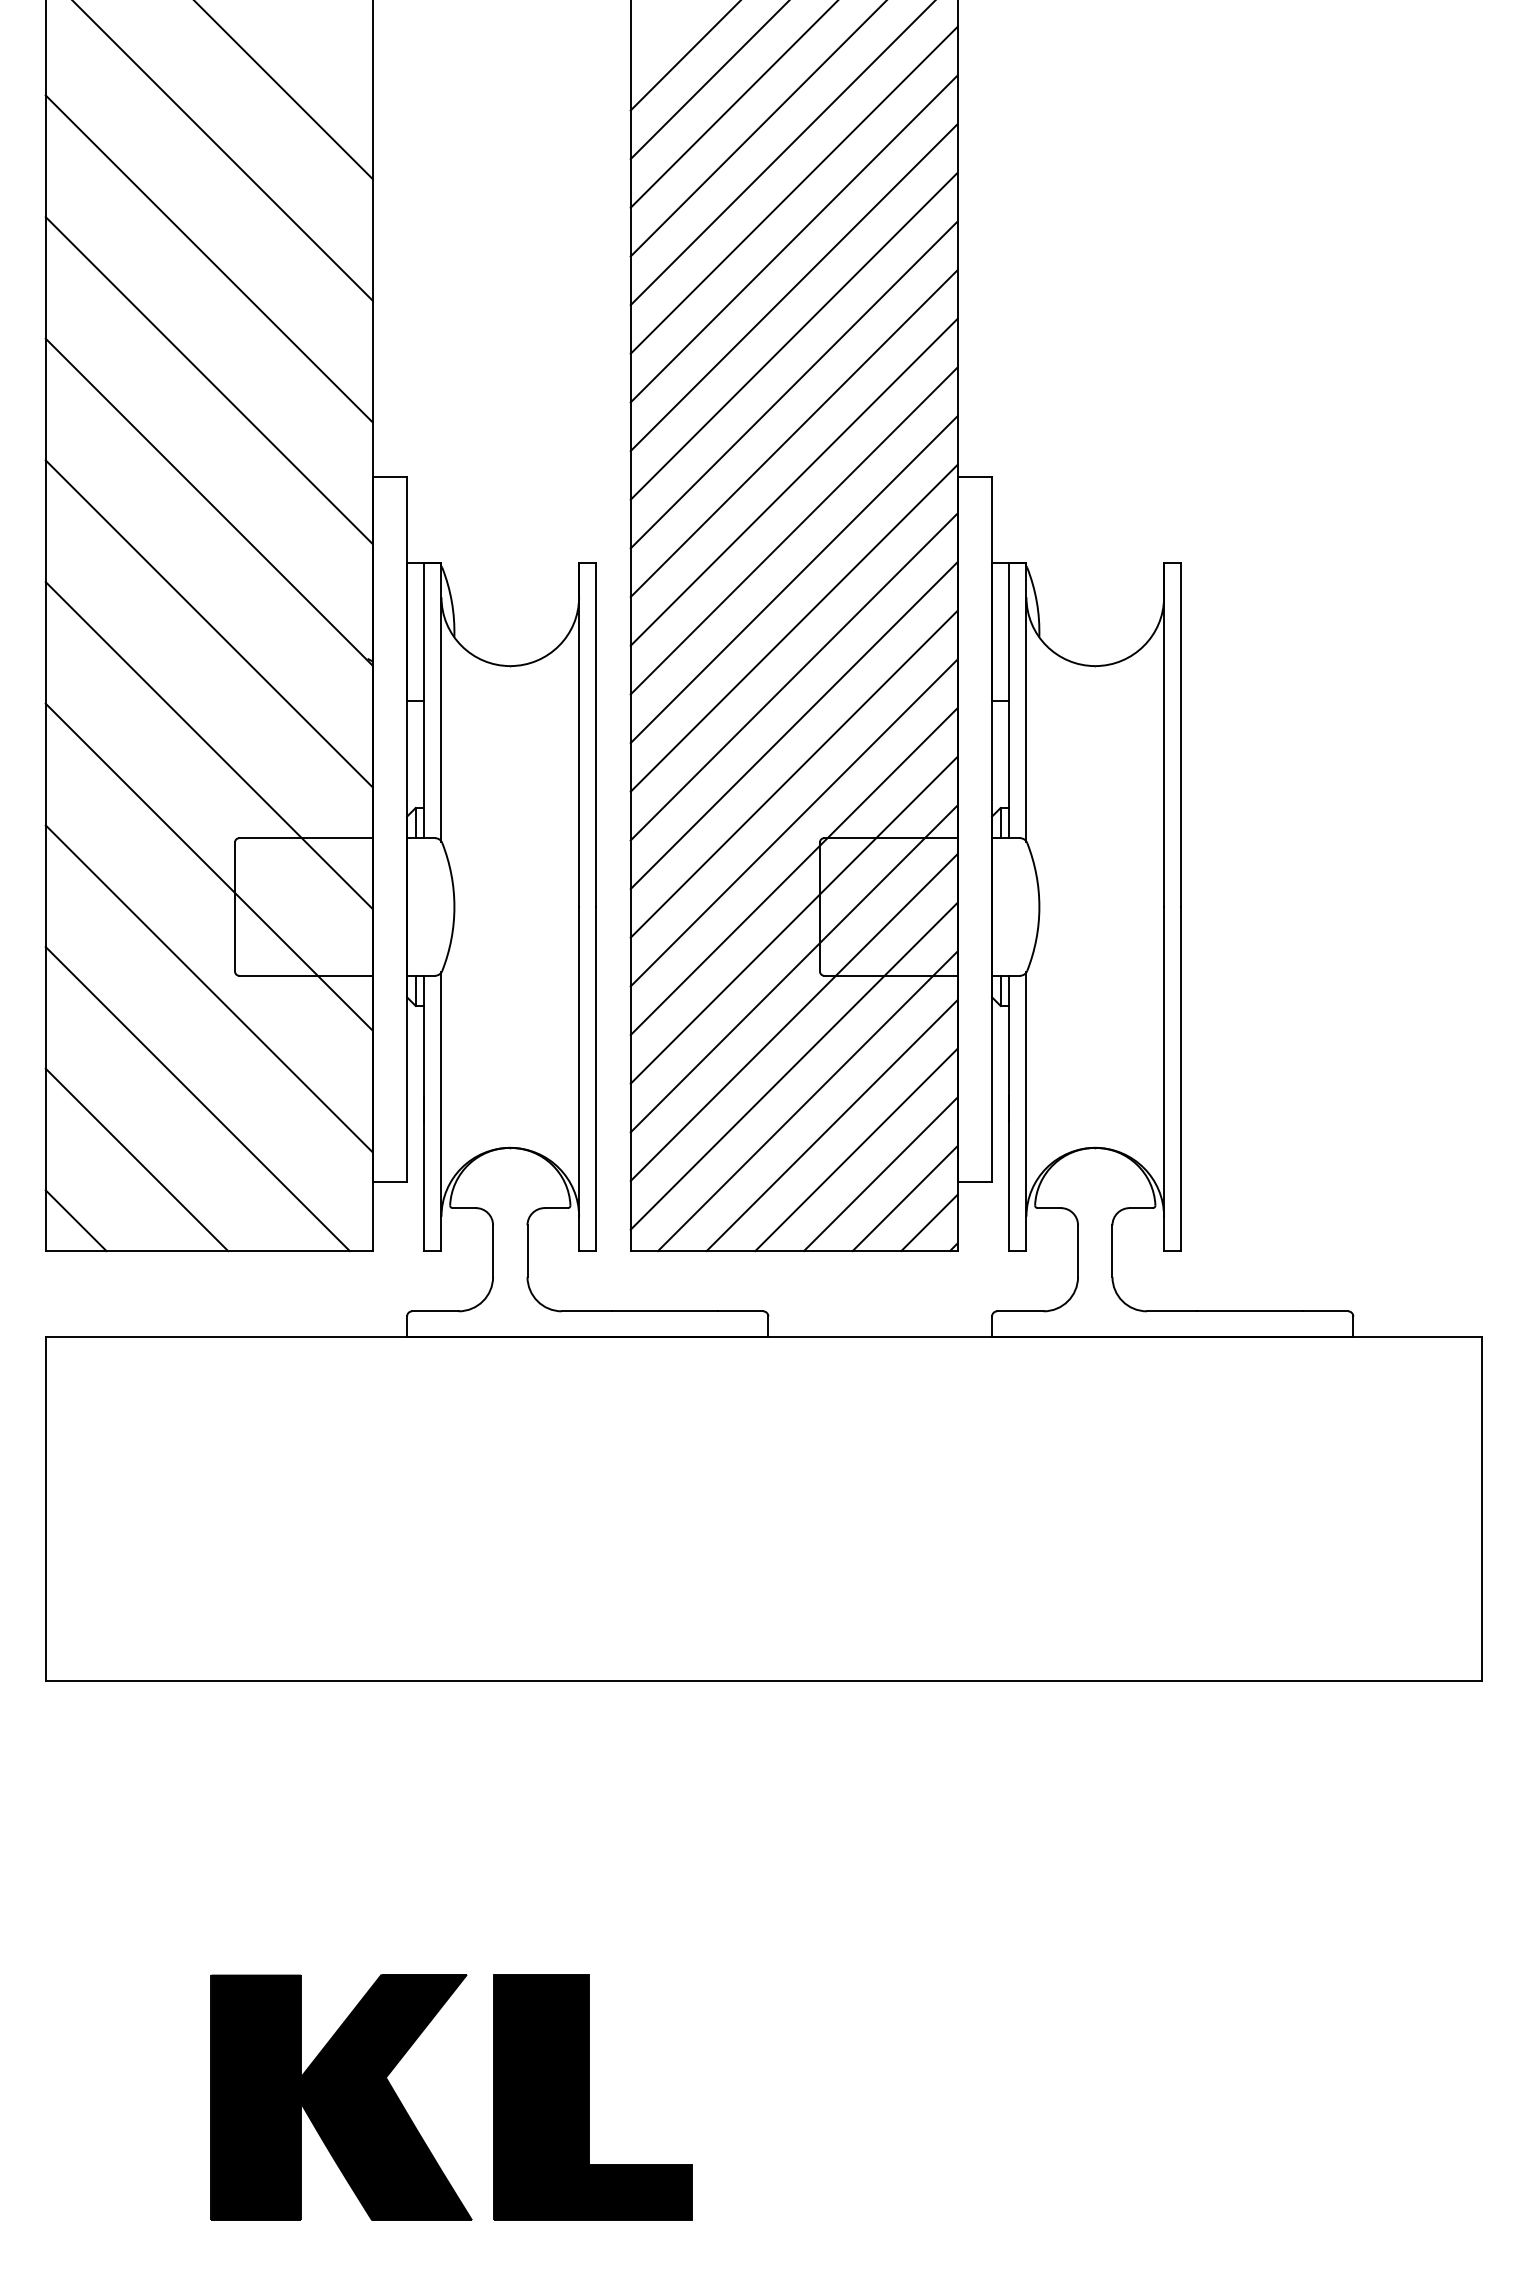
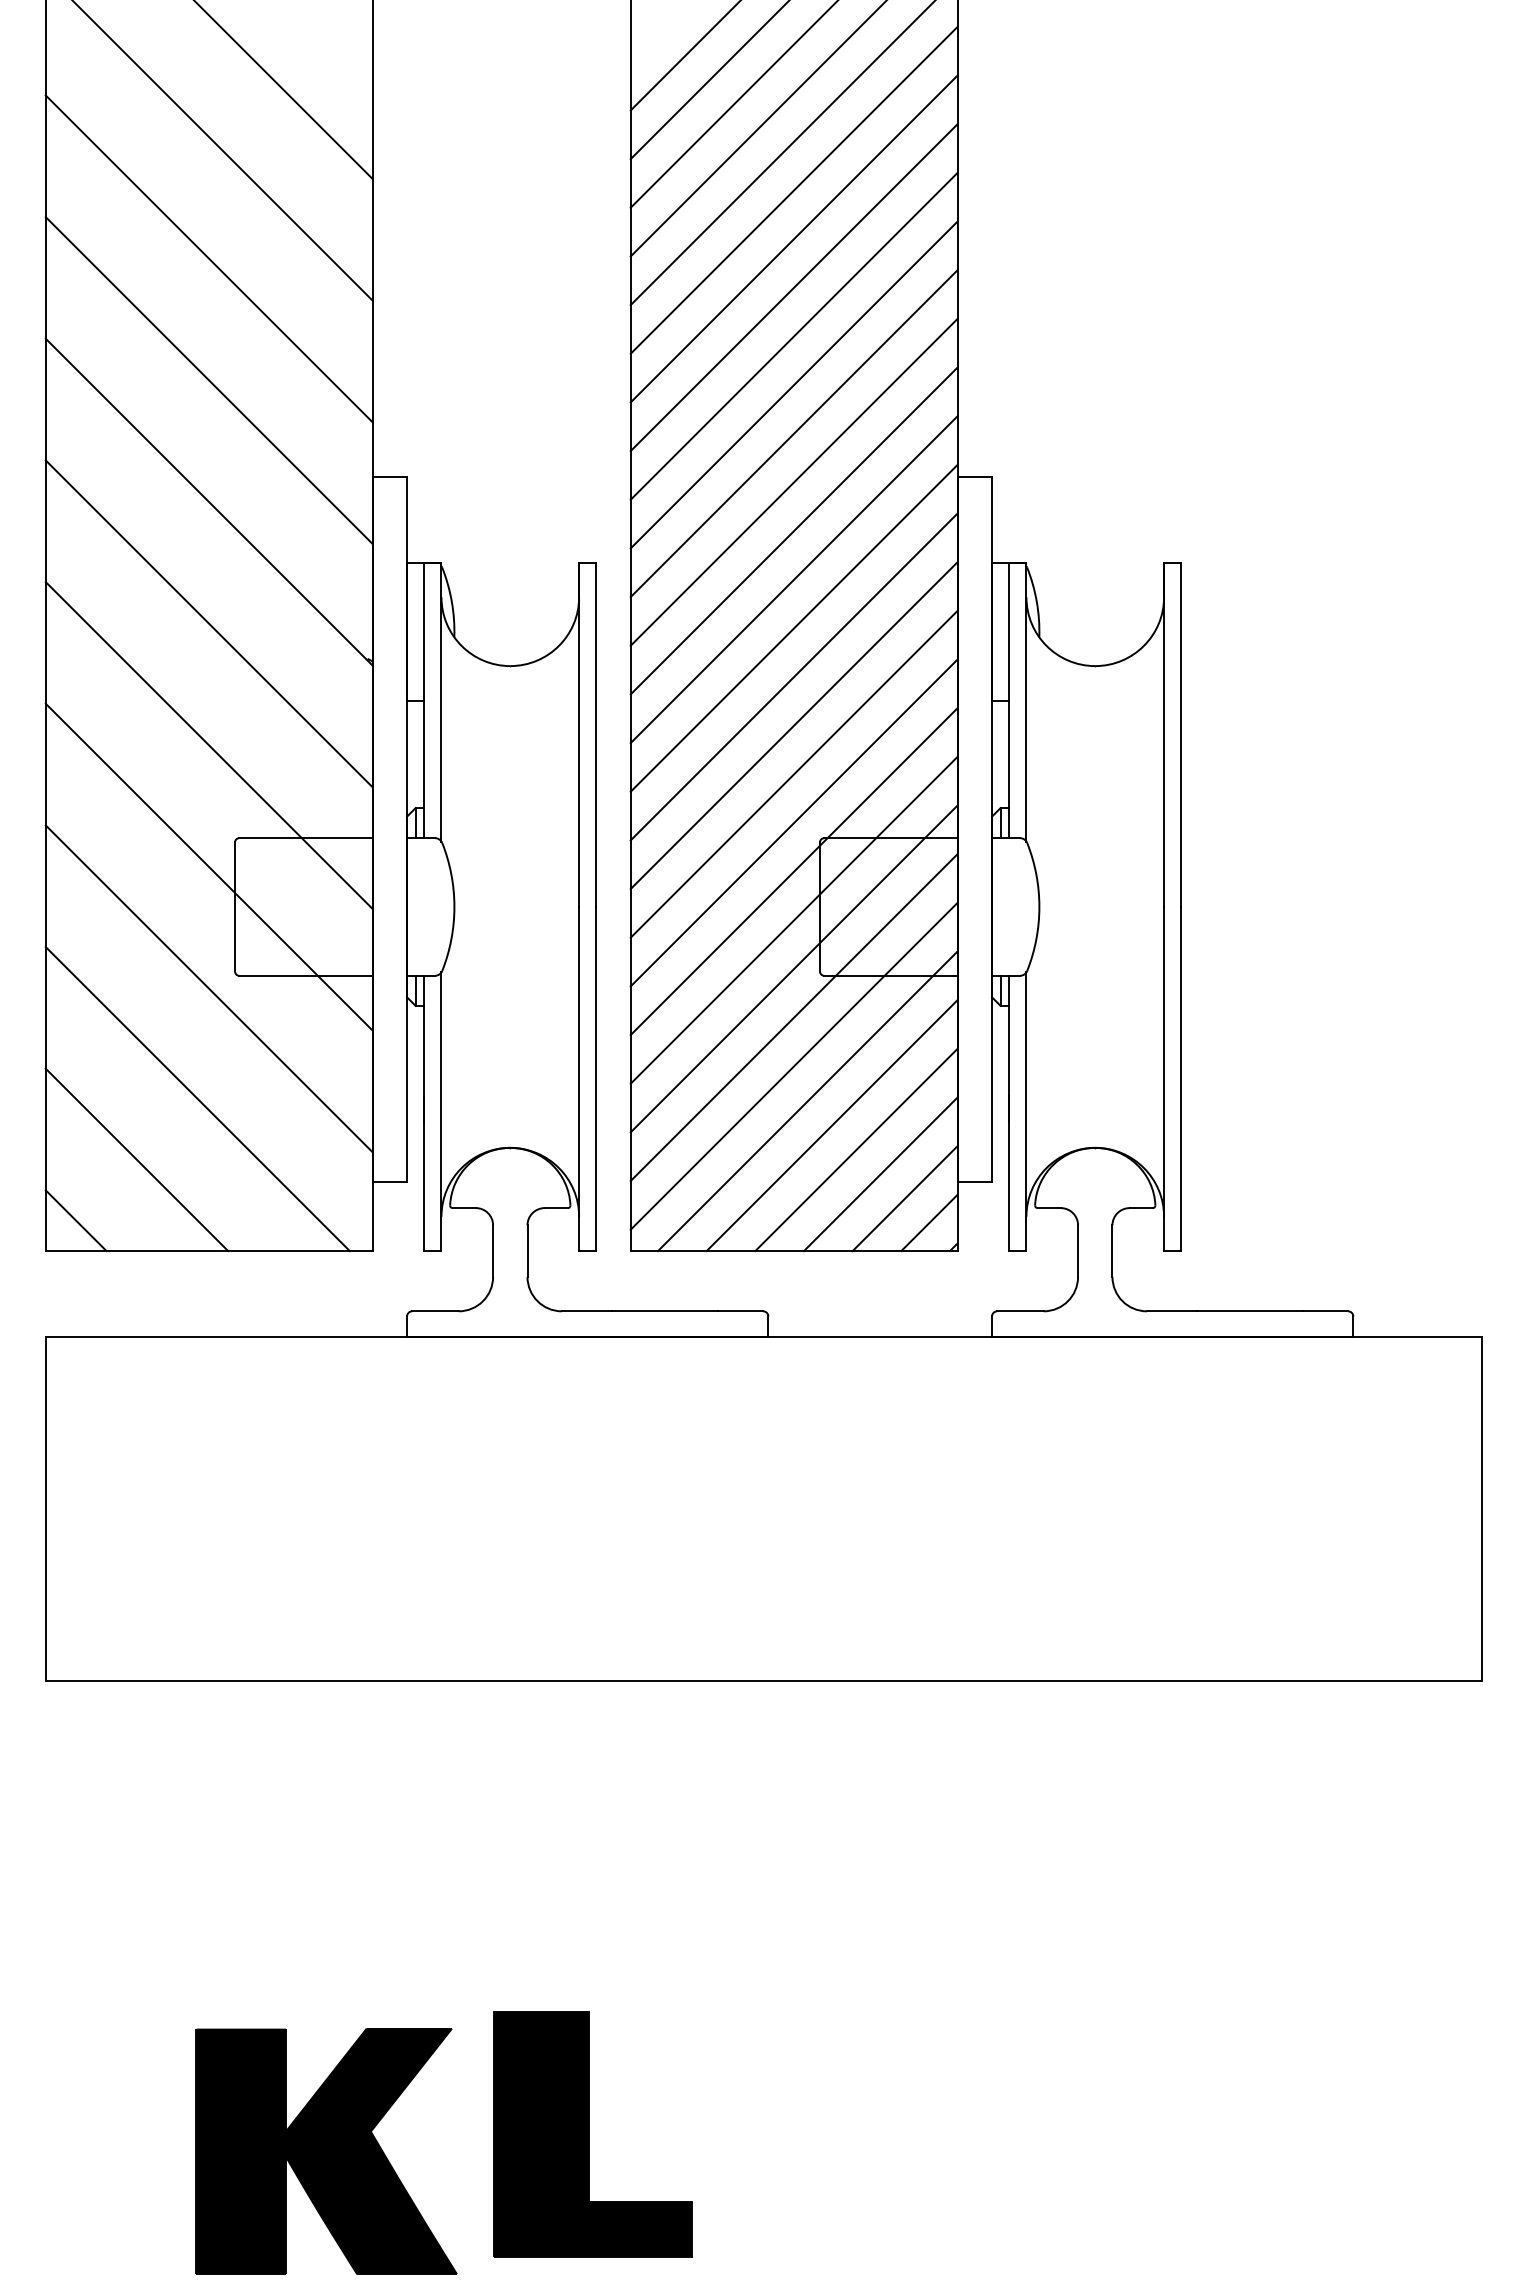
part at (341, 2097) position: (341, 2097) -> (326, 2151)
part at (592, 2097) position: (592, 2097) -> (592, 2134)
